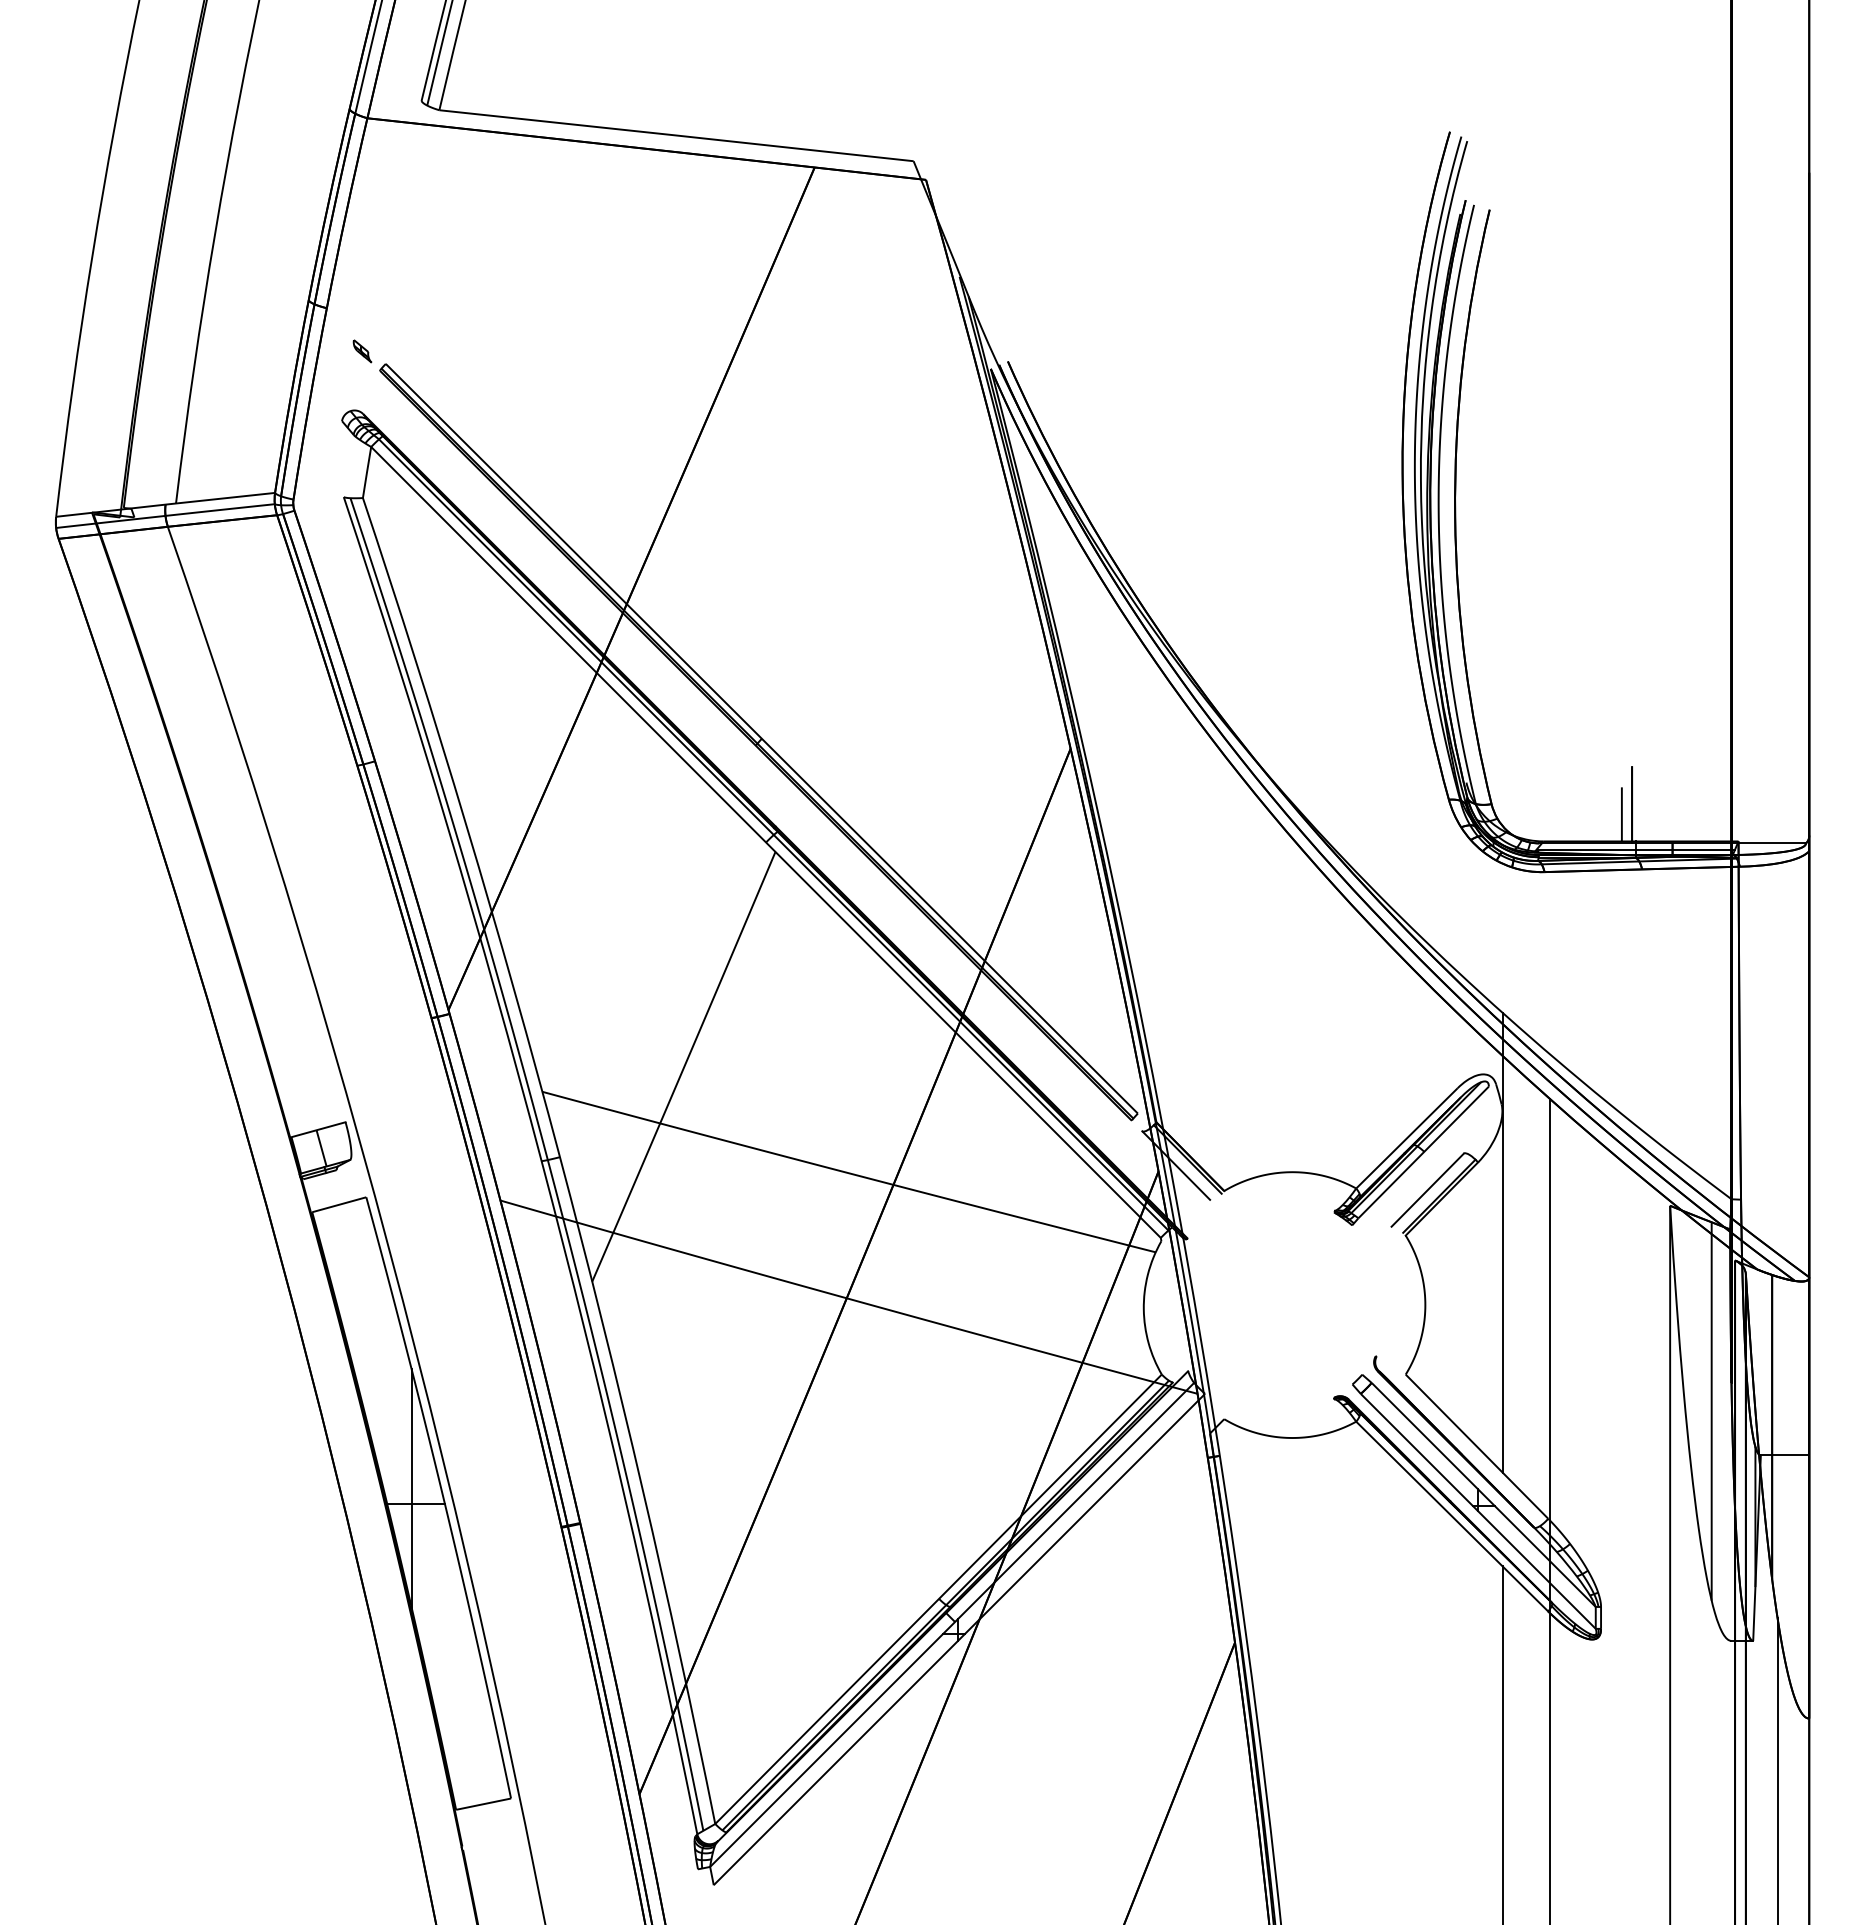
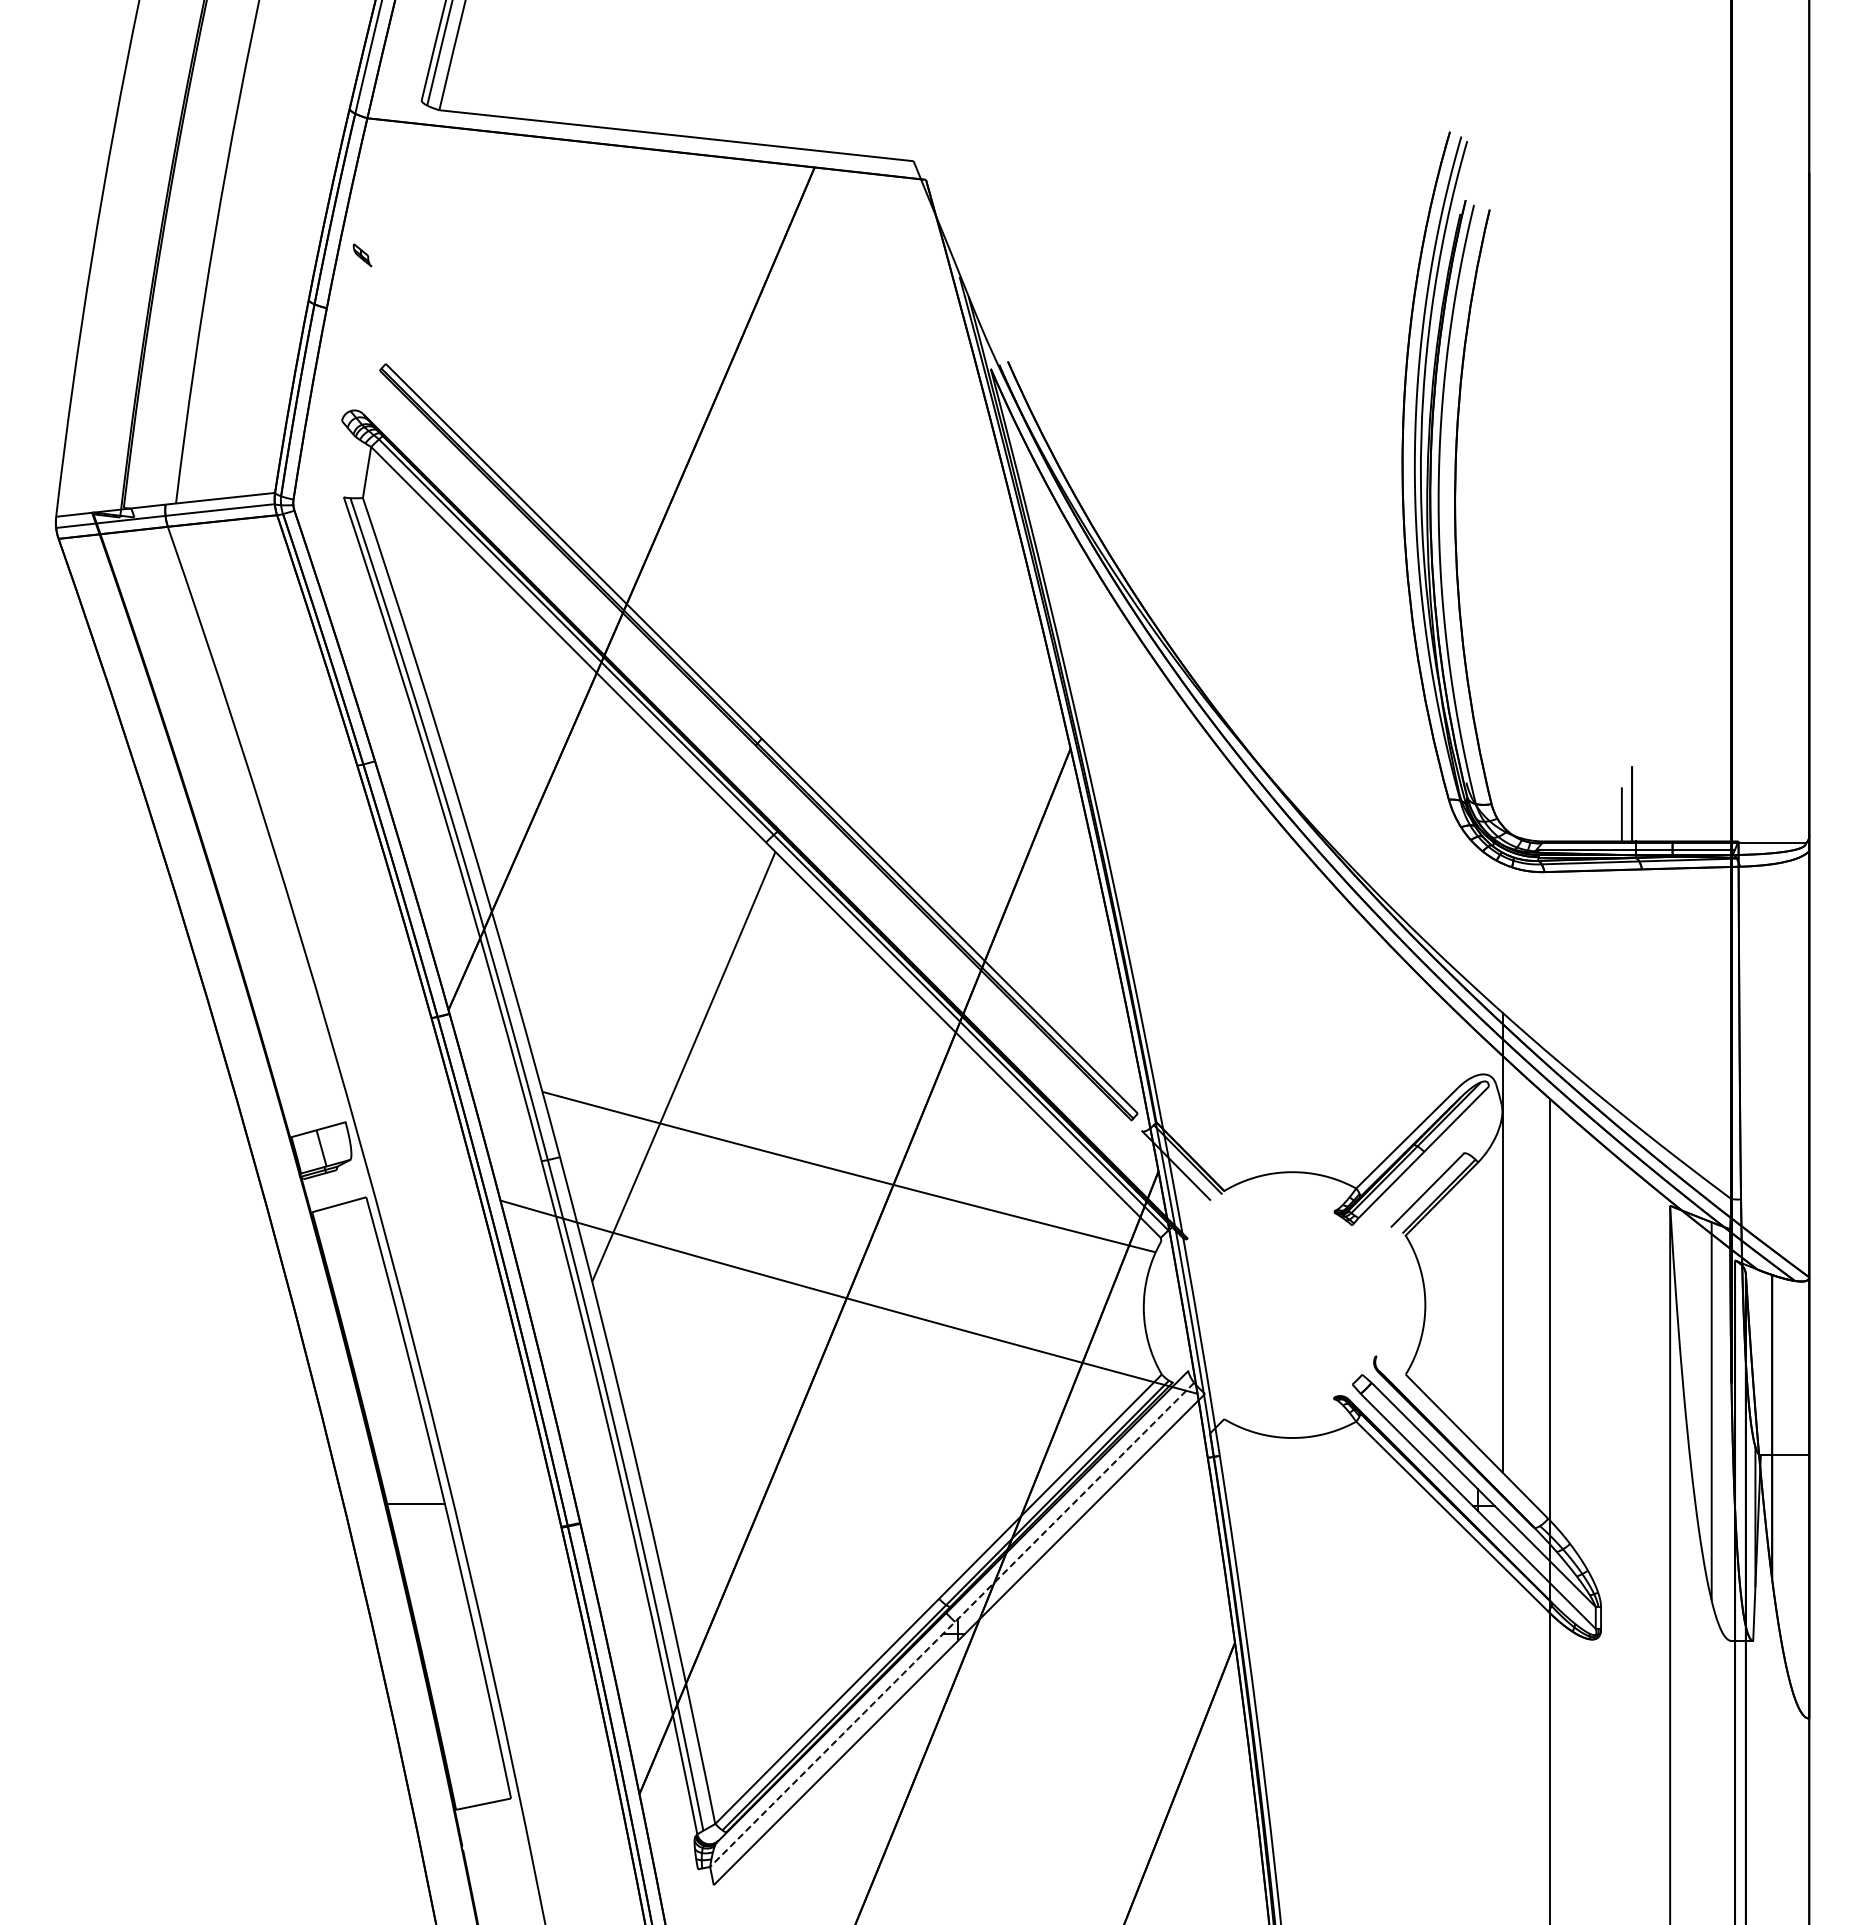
part at (362, 351) position: (362, 351) -> (362, 255)
line at (411, 1488): present -> none
line at (951, 1625): solid -> dashed
line at (1502, 1743): present -> none
line at (1777, 1769): present -> none
